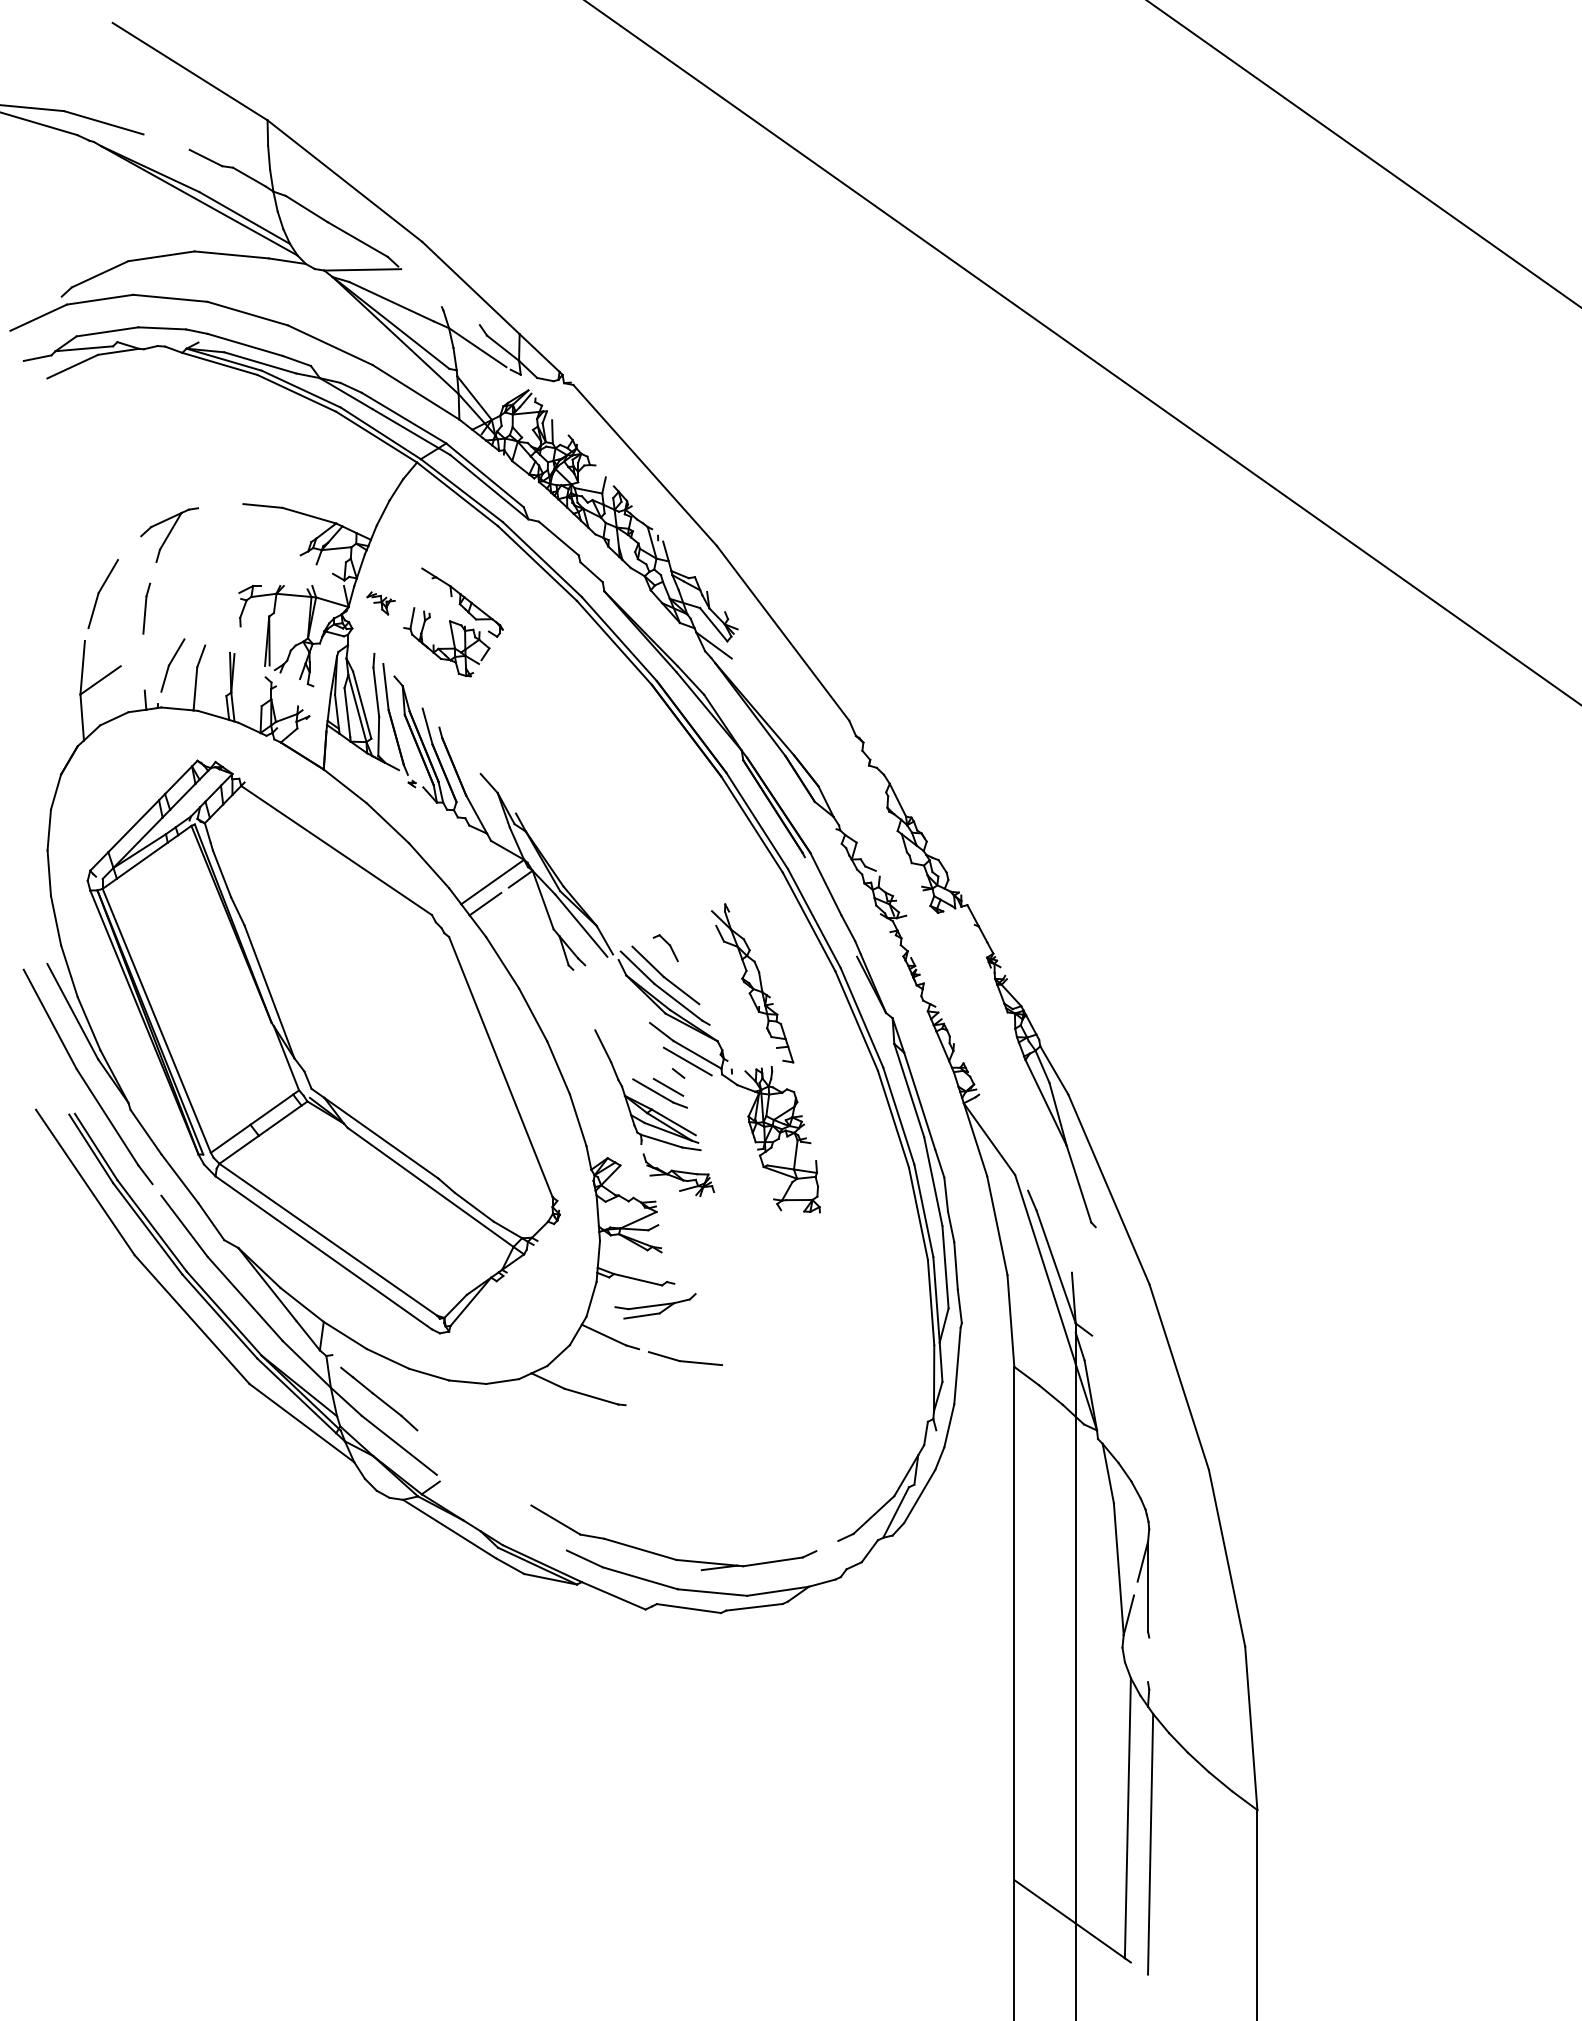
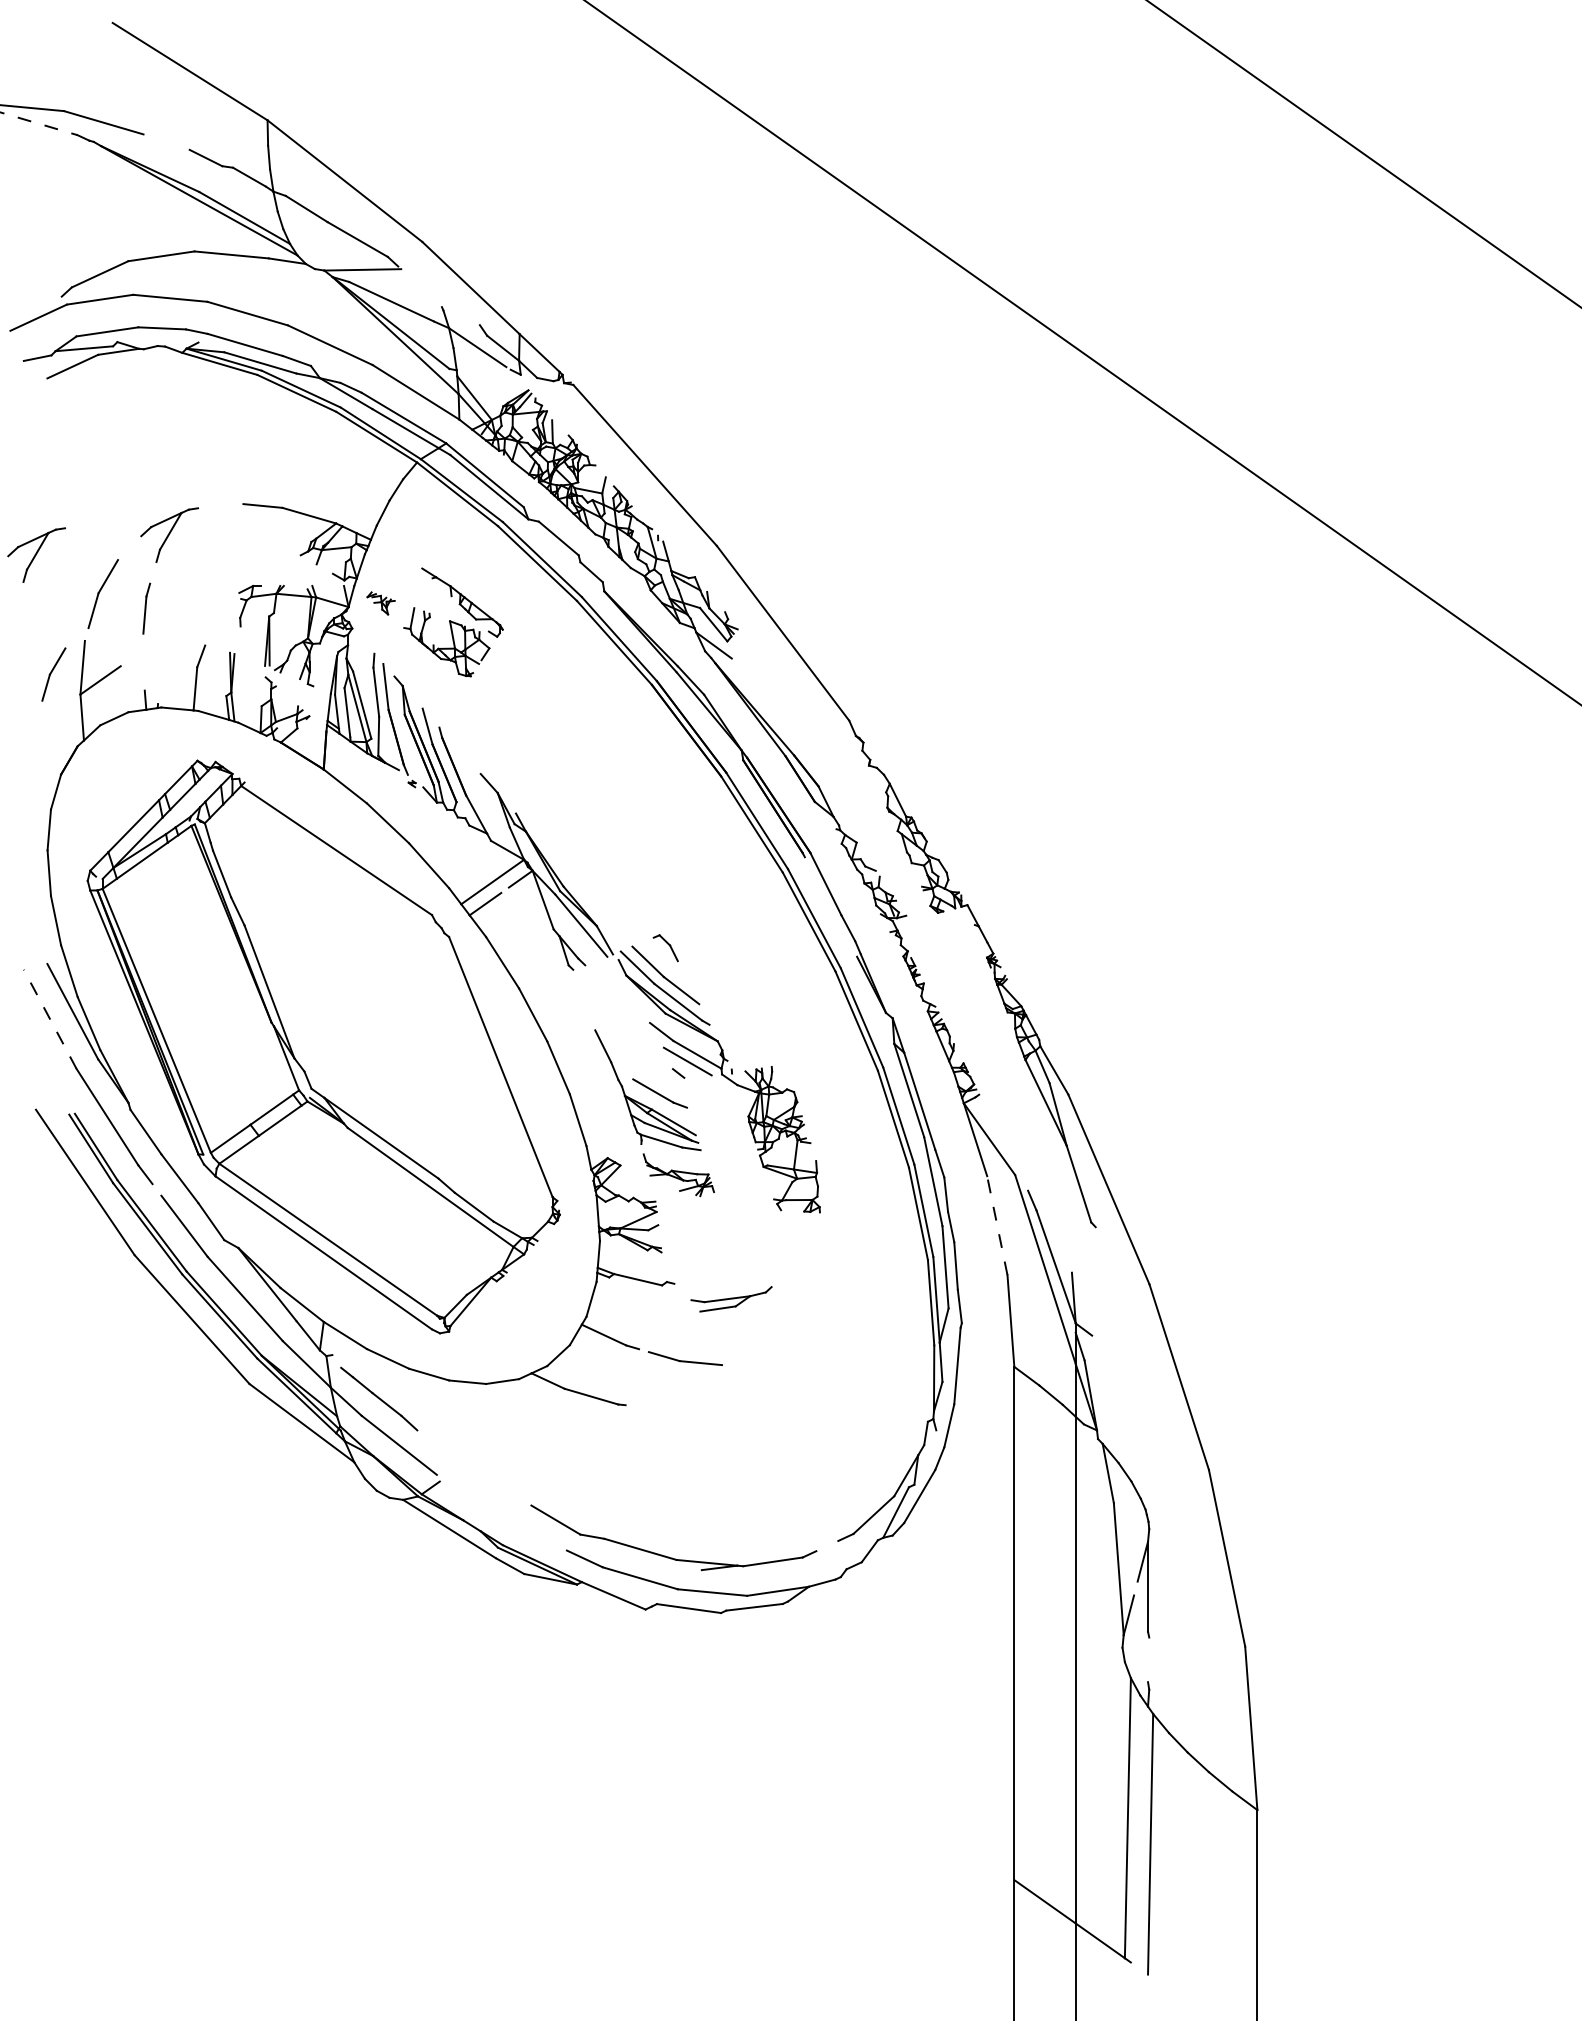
line at (39, 123): solid -> dashed
part at (36, 554): none -> present
part at (172, 665) position: (172, 665) -> (53, 674)
part at (752, 983): present -> none
line at (49, 1018): solid -> dashed
line at (668, 1086): present -> none
line at (997, 1225): solid -> dashed
part at (655, 1306) position: (655, 1306) -> (731, 1299)
